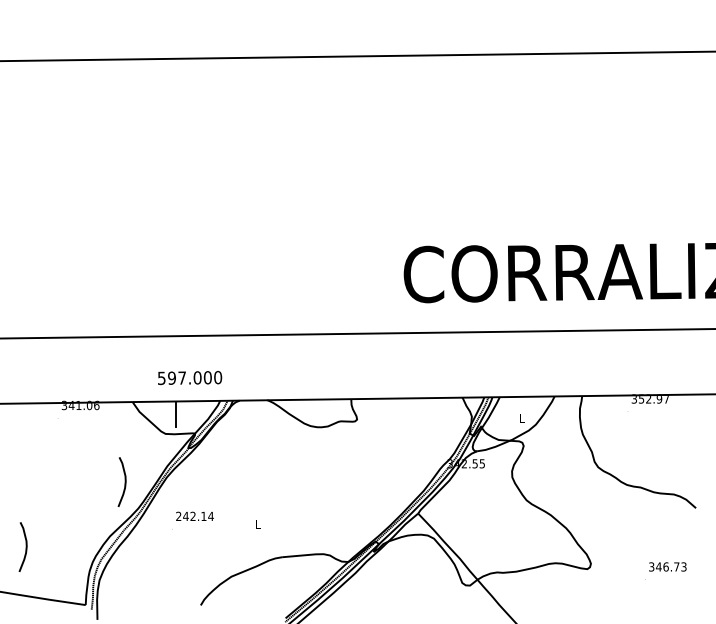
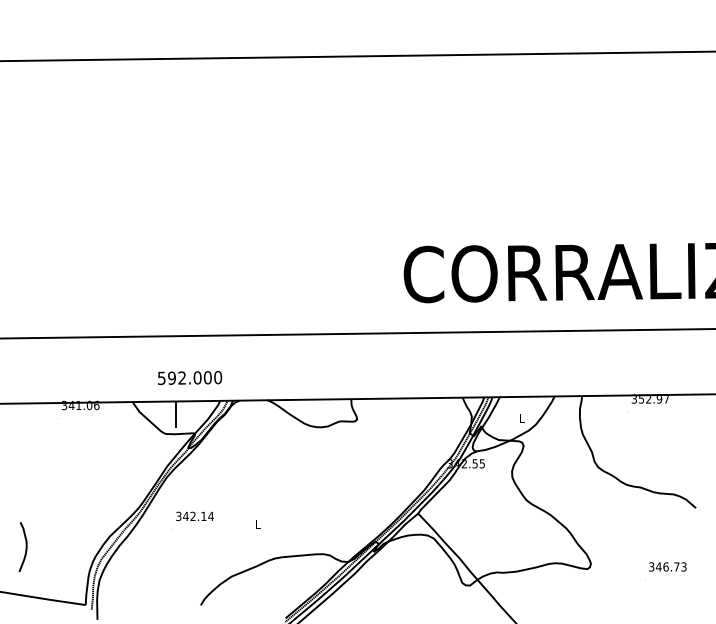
text at (181, 377): 597.000 -> 592.000
curve at (124, 481): present -> none
text at (178, 516): 242.14 -> 342.14
